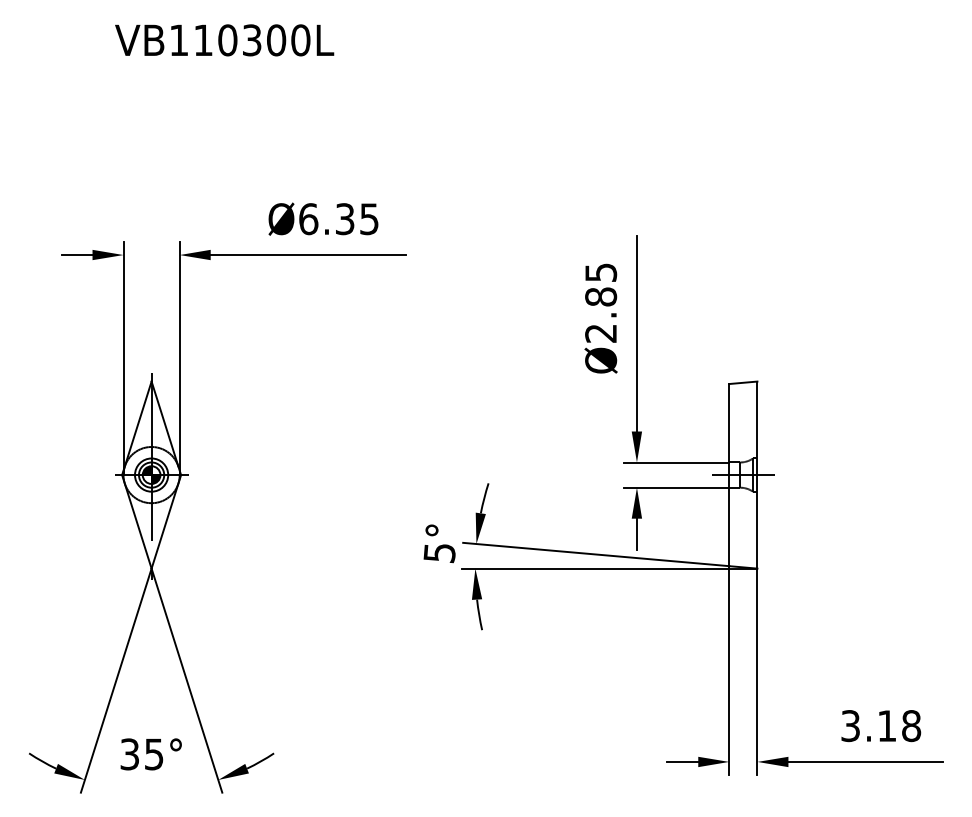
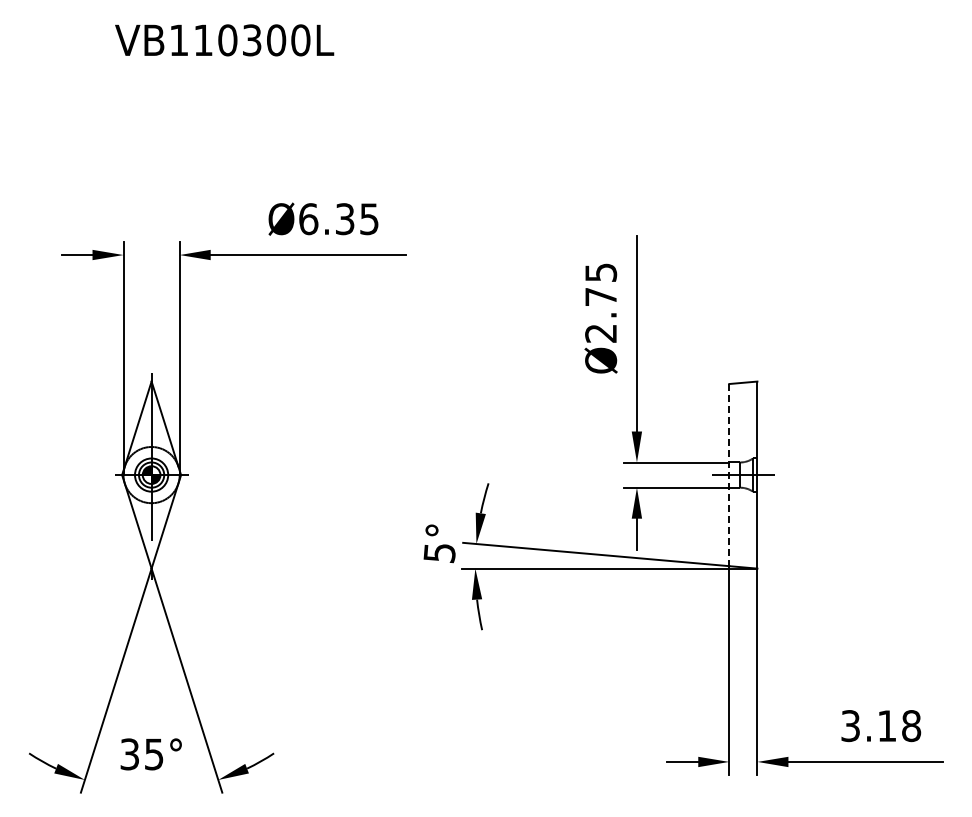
text at (601, 296): Ø2.85 -> Ø2.75
line at (729, 475): solid -> dashed
